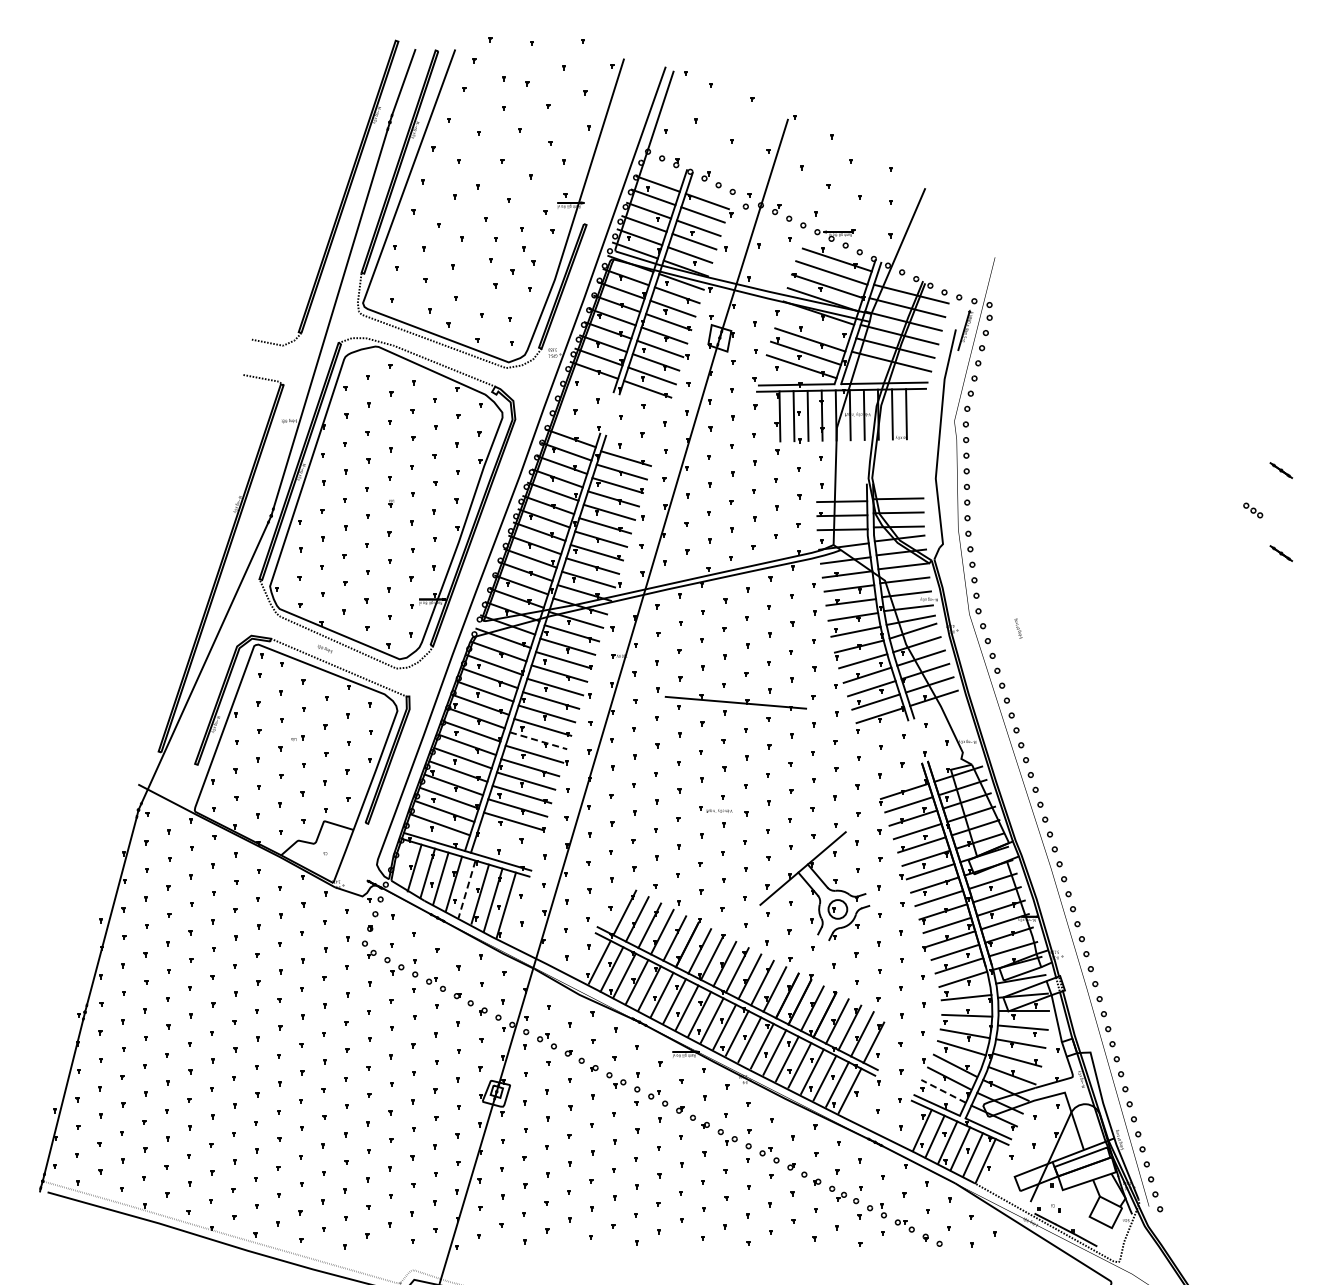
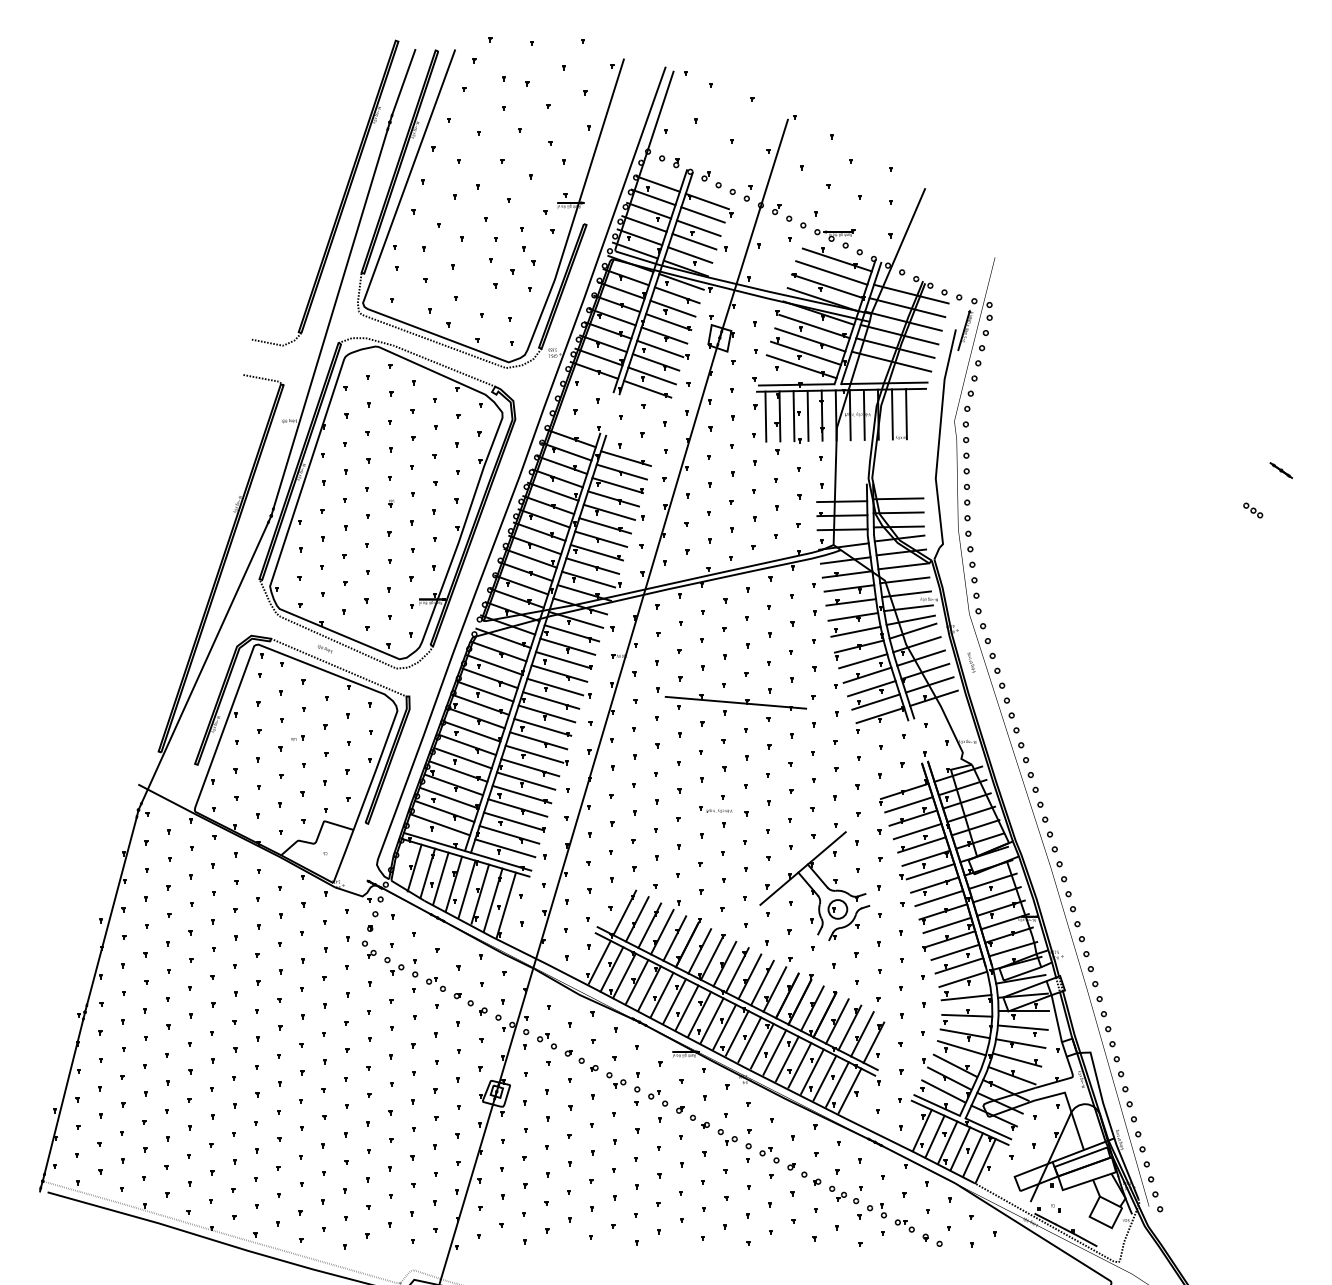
part at (746, 201) position: (746, 201) -> (747, 193)
line at (814, 326): none -> present
line at (765, 416): none -> present
line at (1281, 553): present -> none
text at (1018, 628) position: (1018, 628) -> (971, 662)
line at (538, 740): dashed -> solid
line at (509, 834): none -> present
line at (505, 848): none -> present
line at (467, 889): dashed -> solid
line at (943, 1091): dashed -> solid
